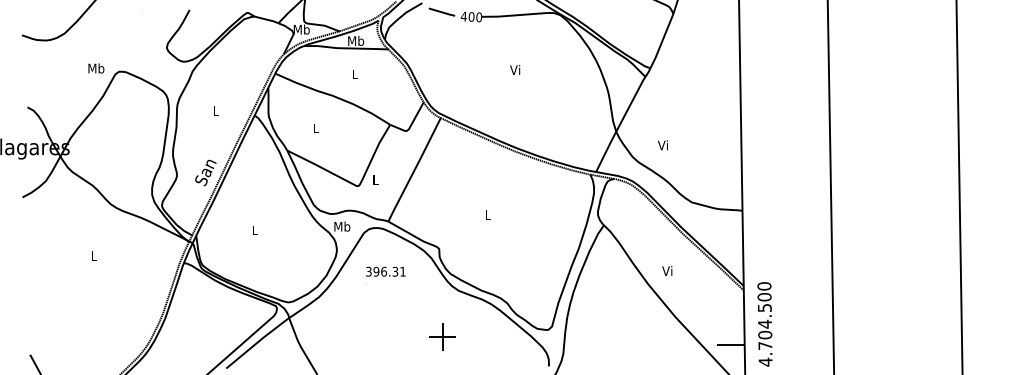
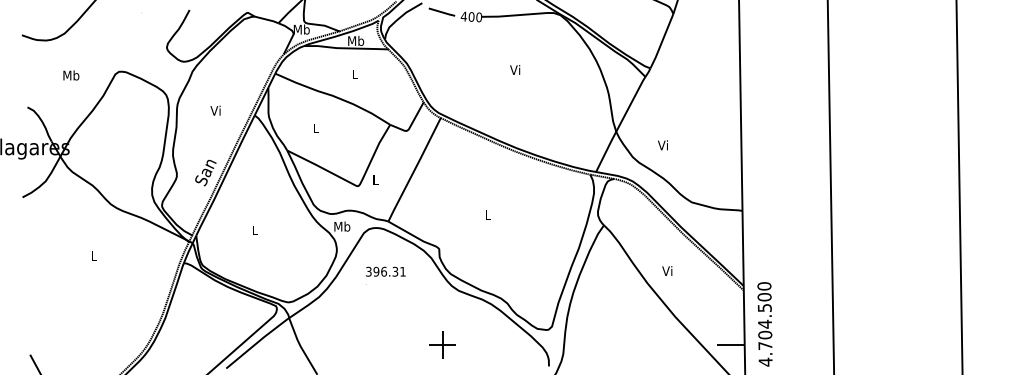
text at (96, 68) position: (96, 68) -> (71, 75)
text at (215, 110): L -> Vi
part at (442, 336) position: (442, 336) -> (442, 344)
